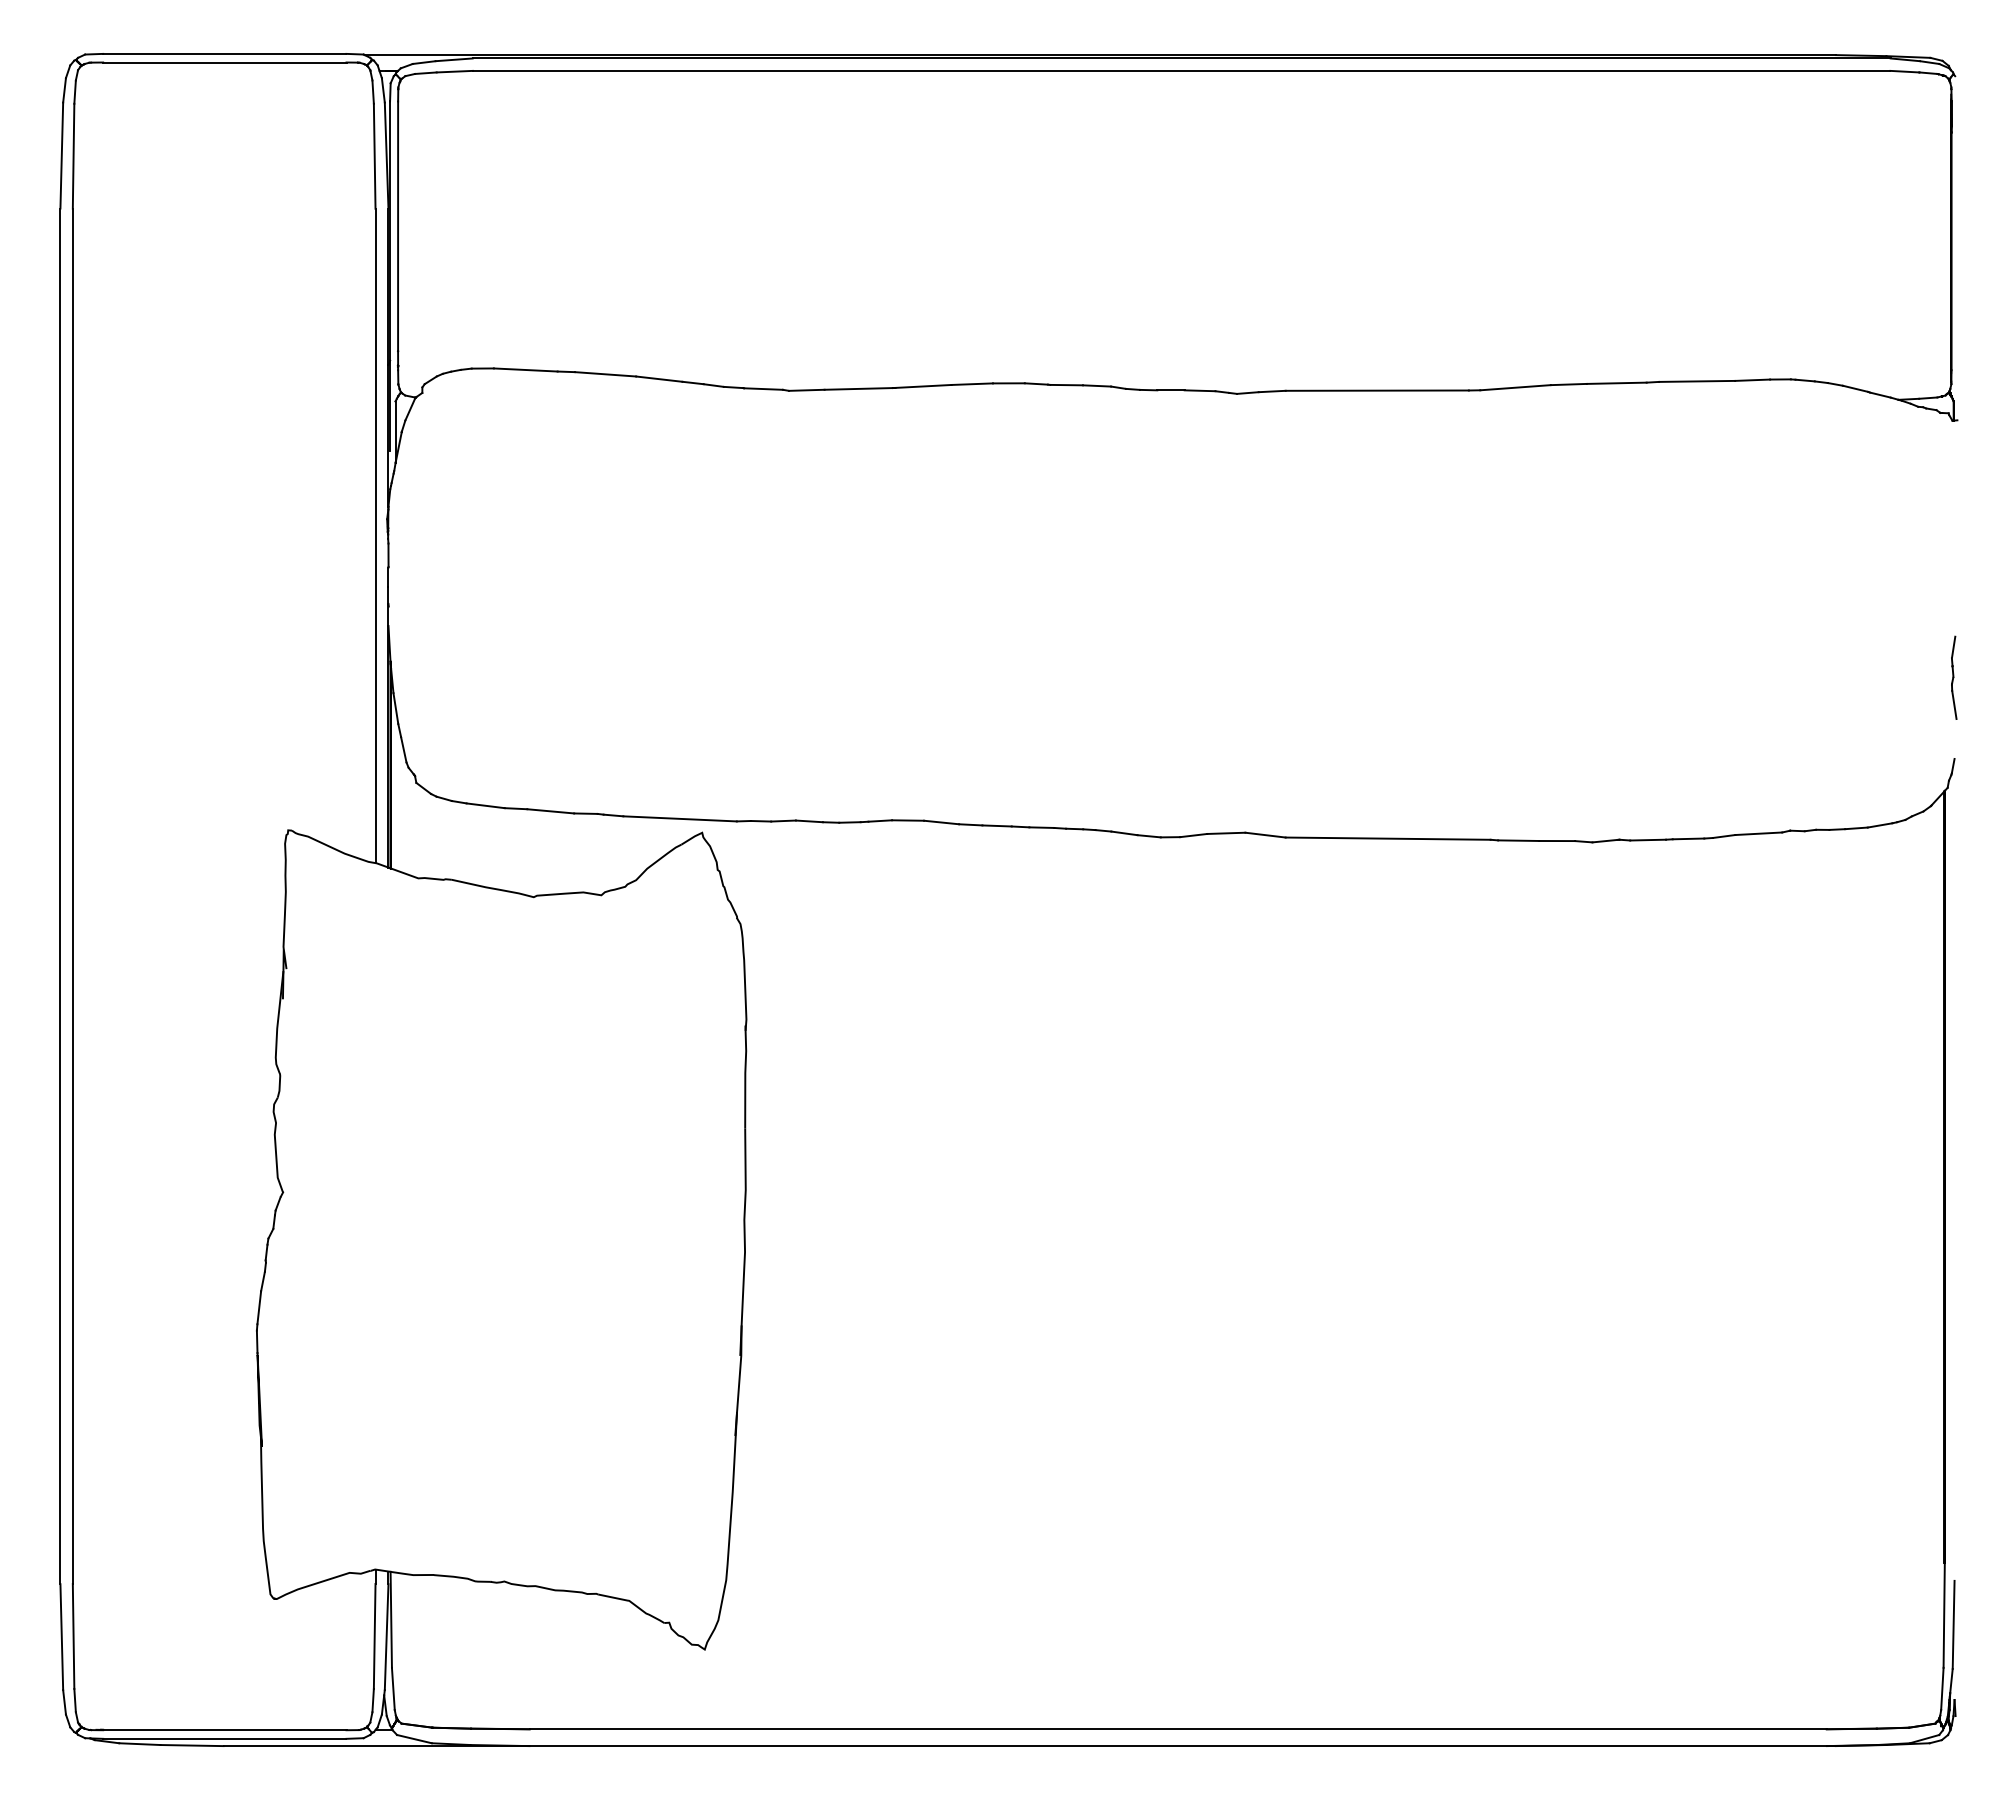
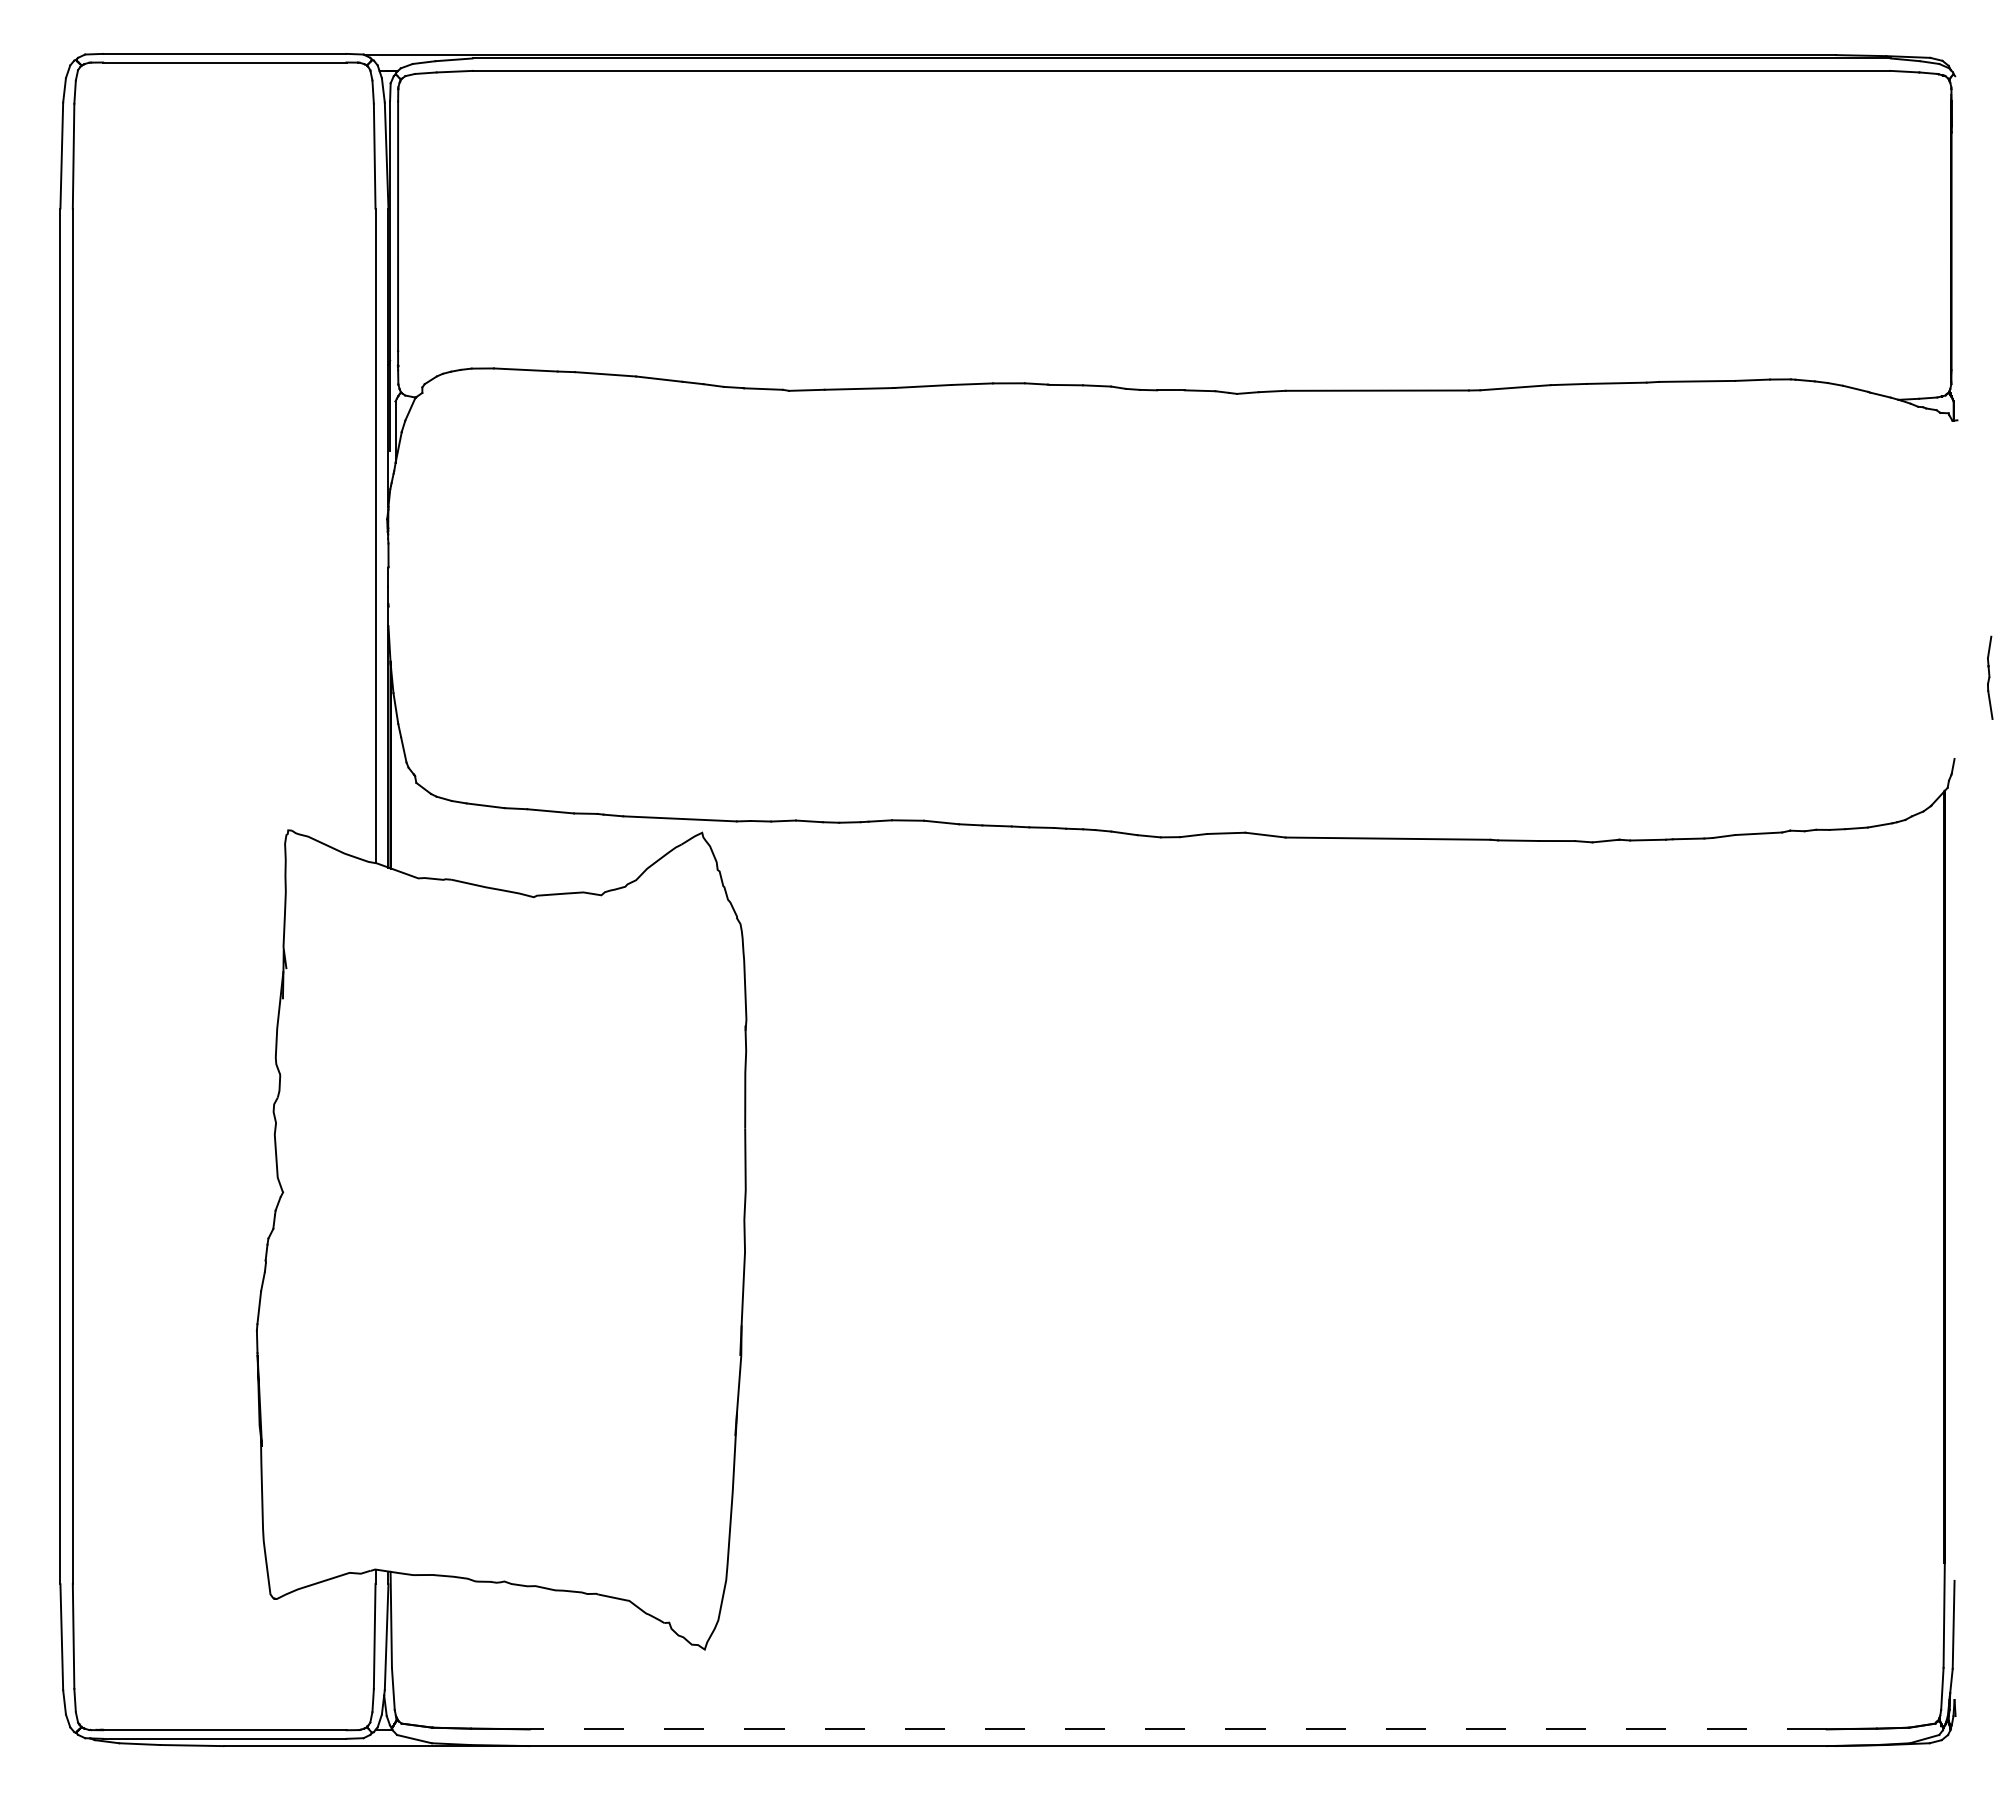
part at (1954, 677) position: (1954, 677) -> (1990, 677)
line at (1178, 1729): solid -> dashed
